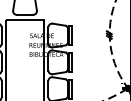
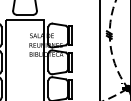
line at (100, 49): none -> present
